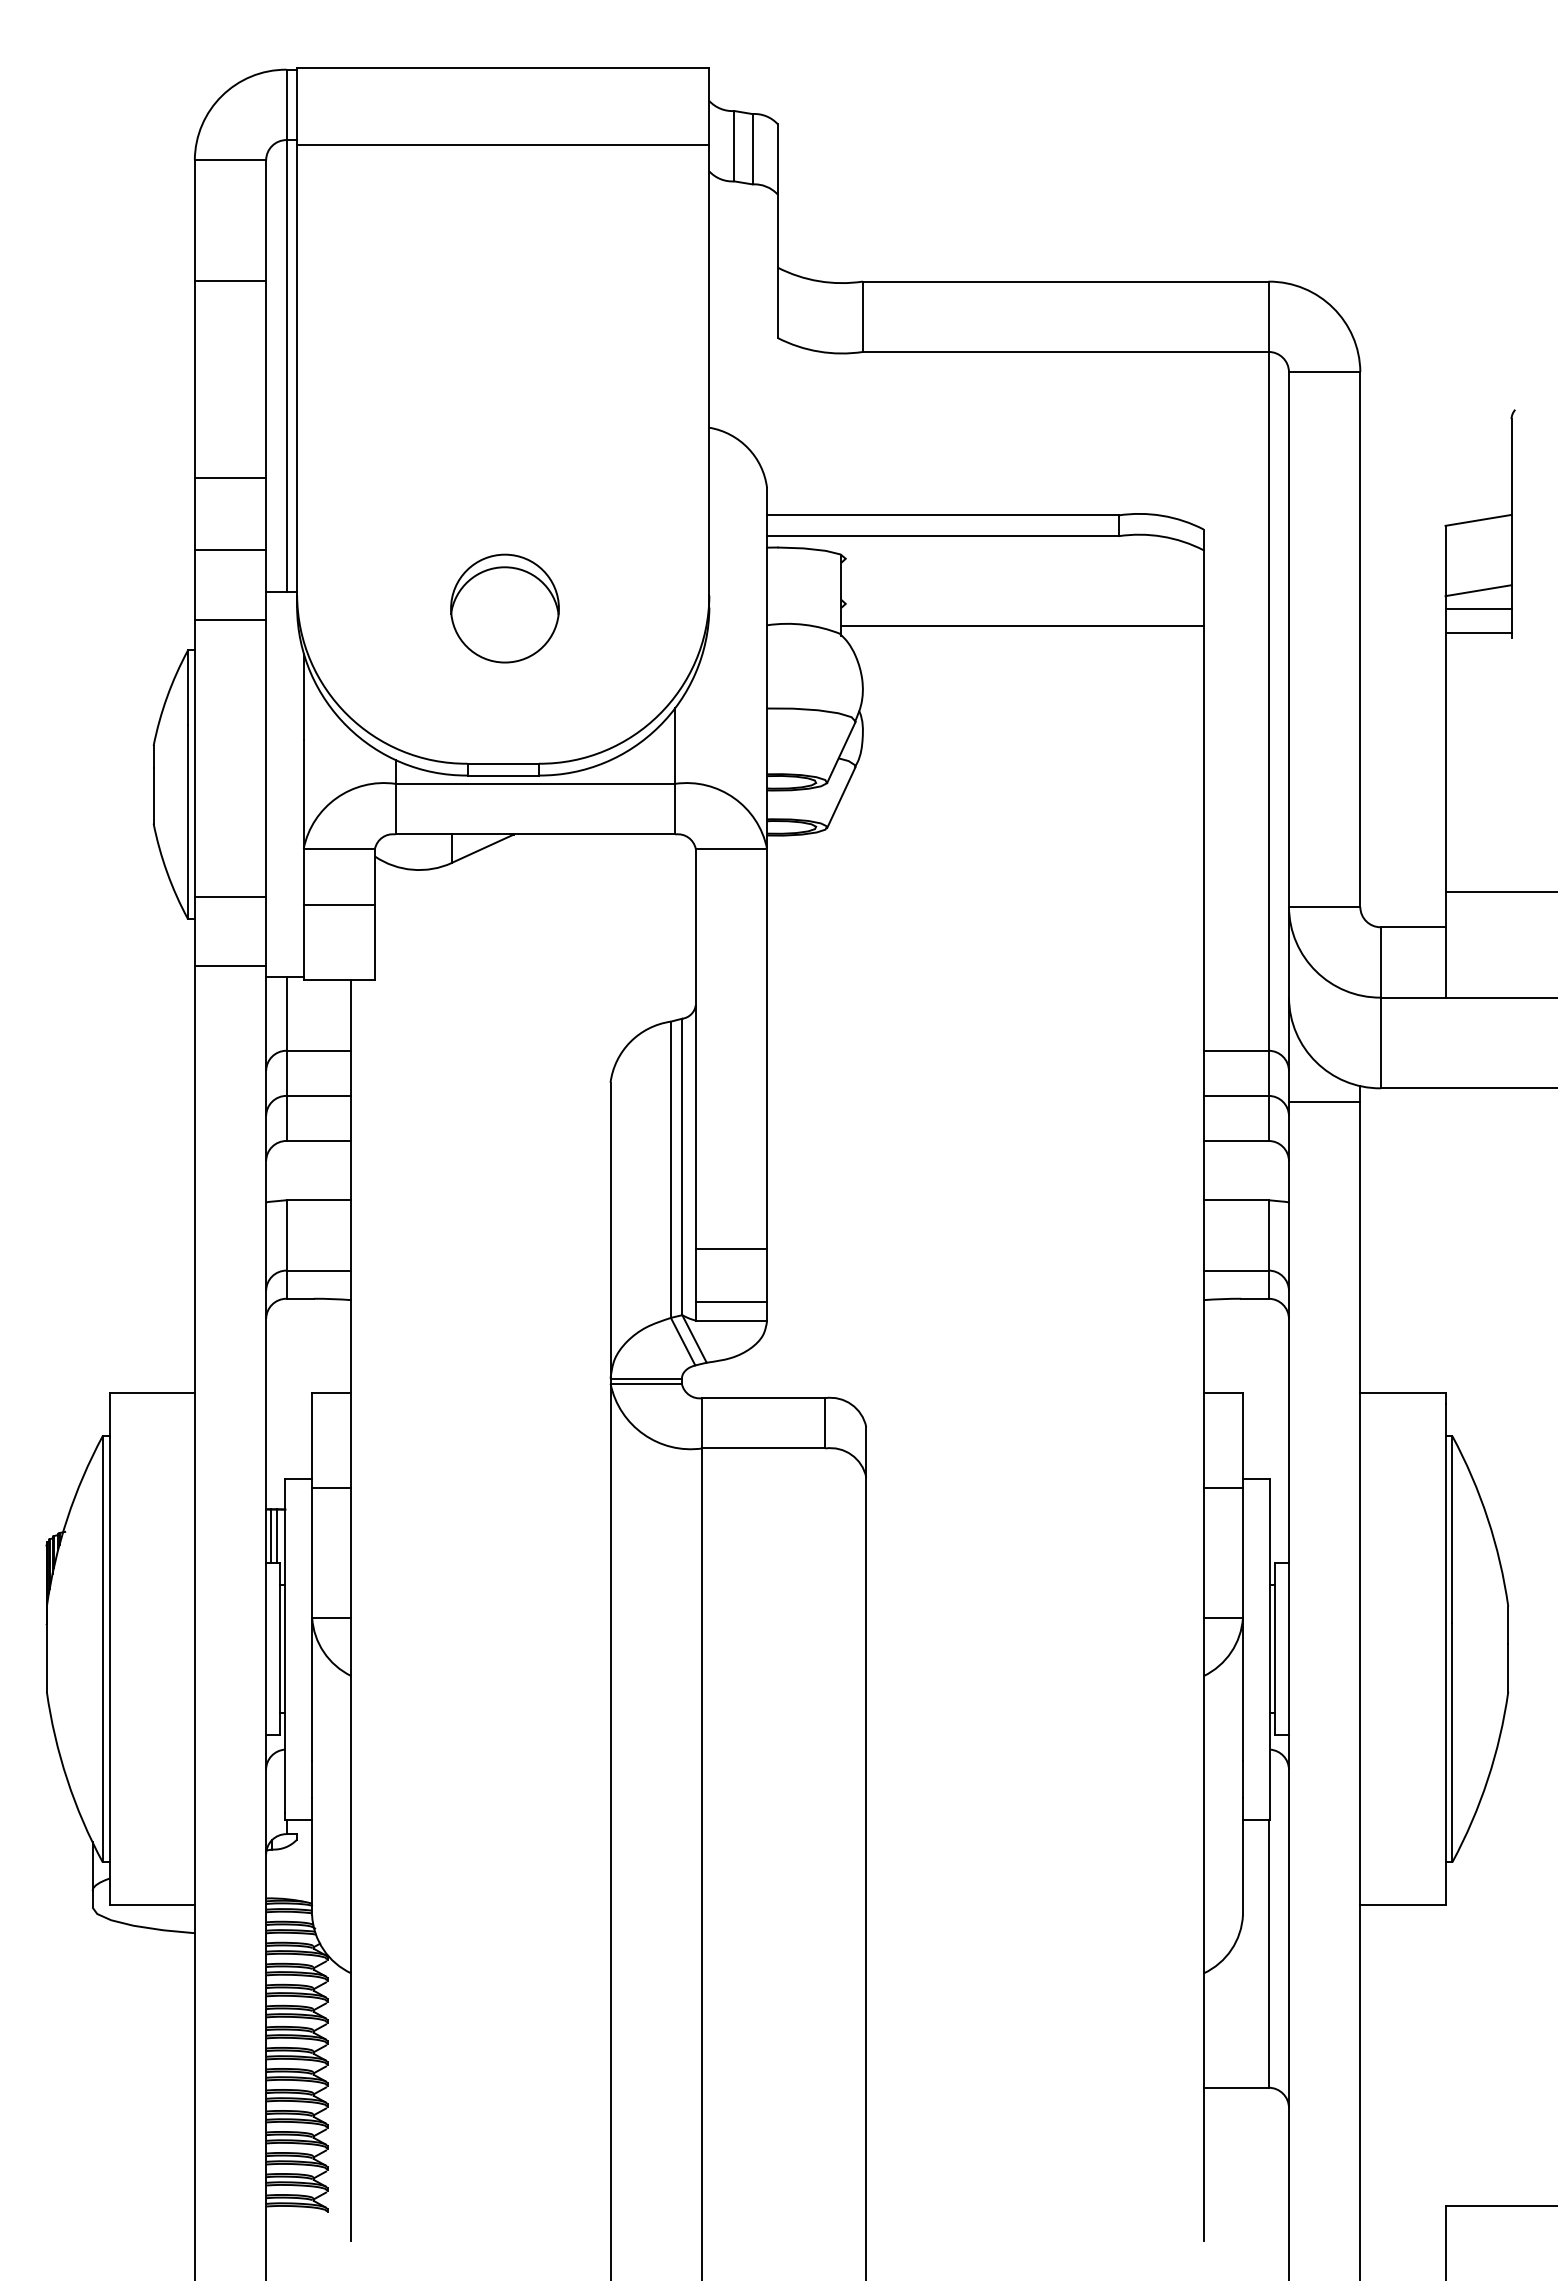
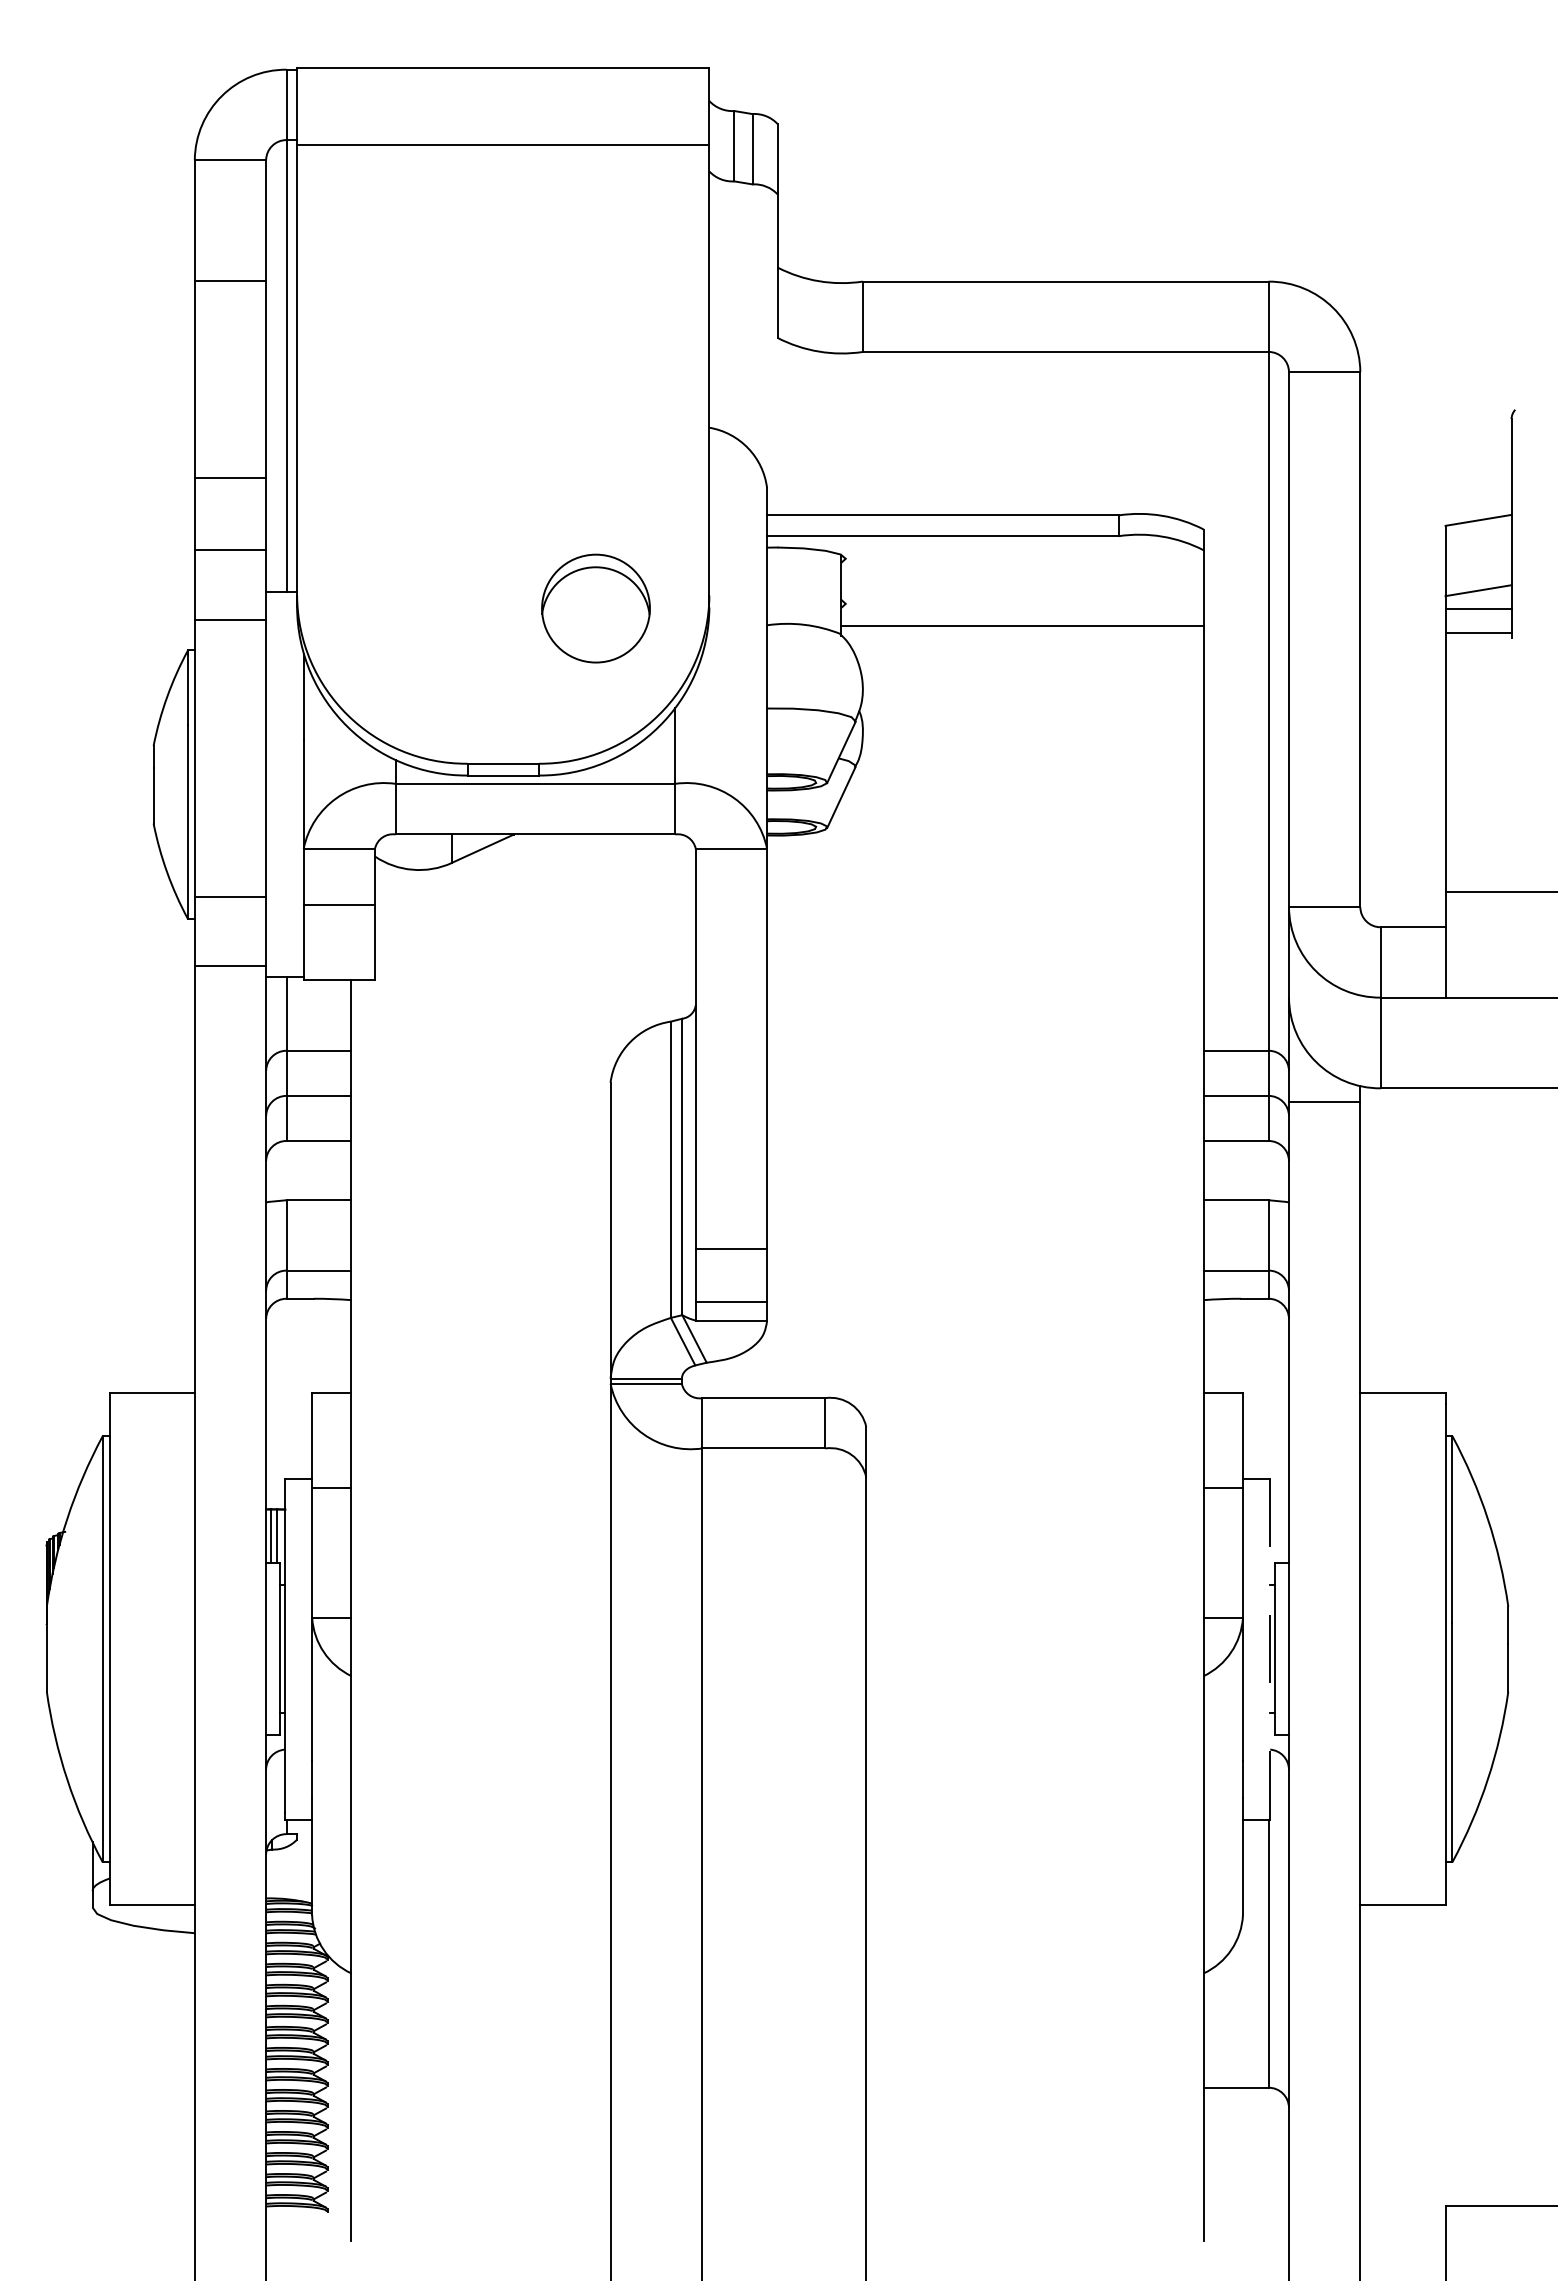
part at (504, 608) position: (504, 608) -> (595, 608)
line at (1270, 1648): solid -> dashed
